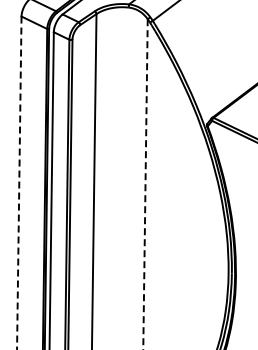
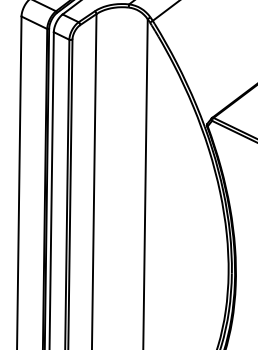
line at (19, 183): dashed -> solid
line at (145, 184): dashed -> solid
